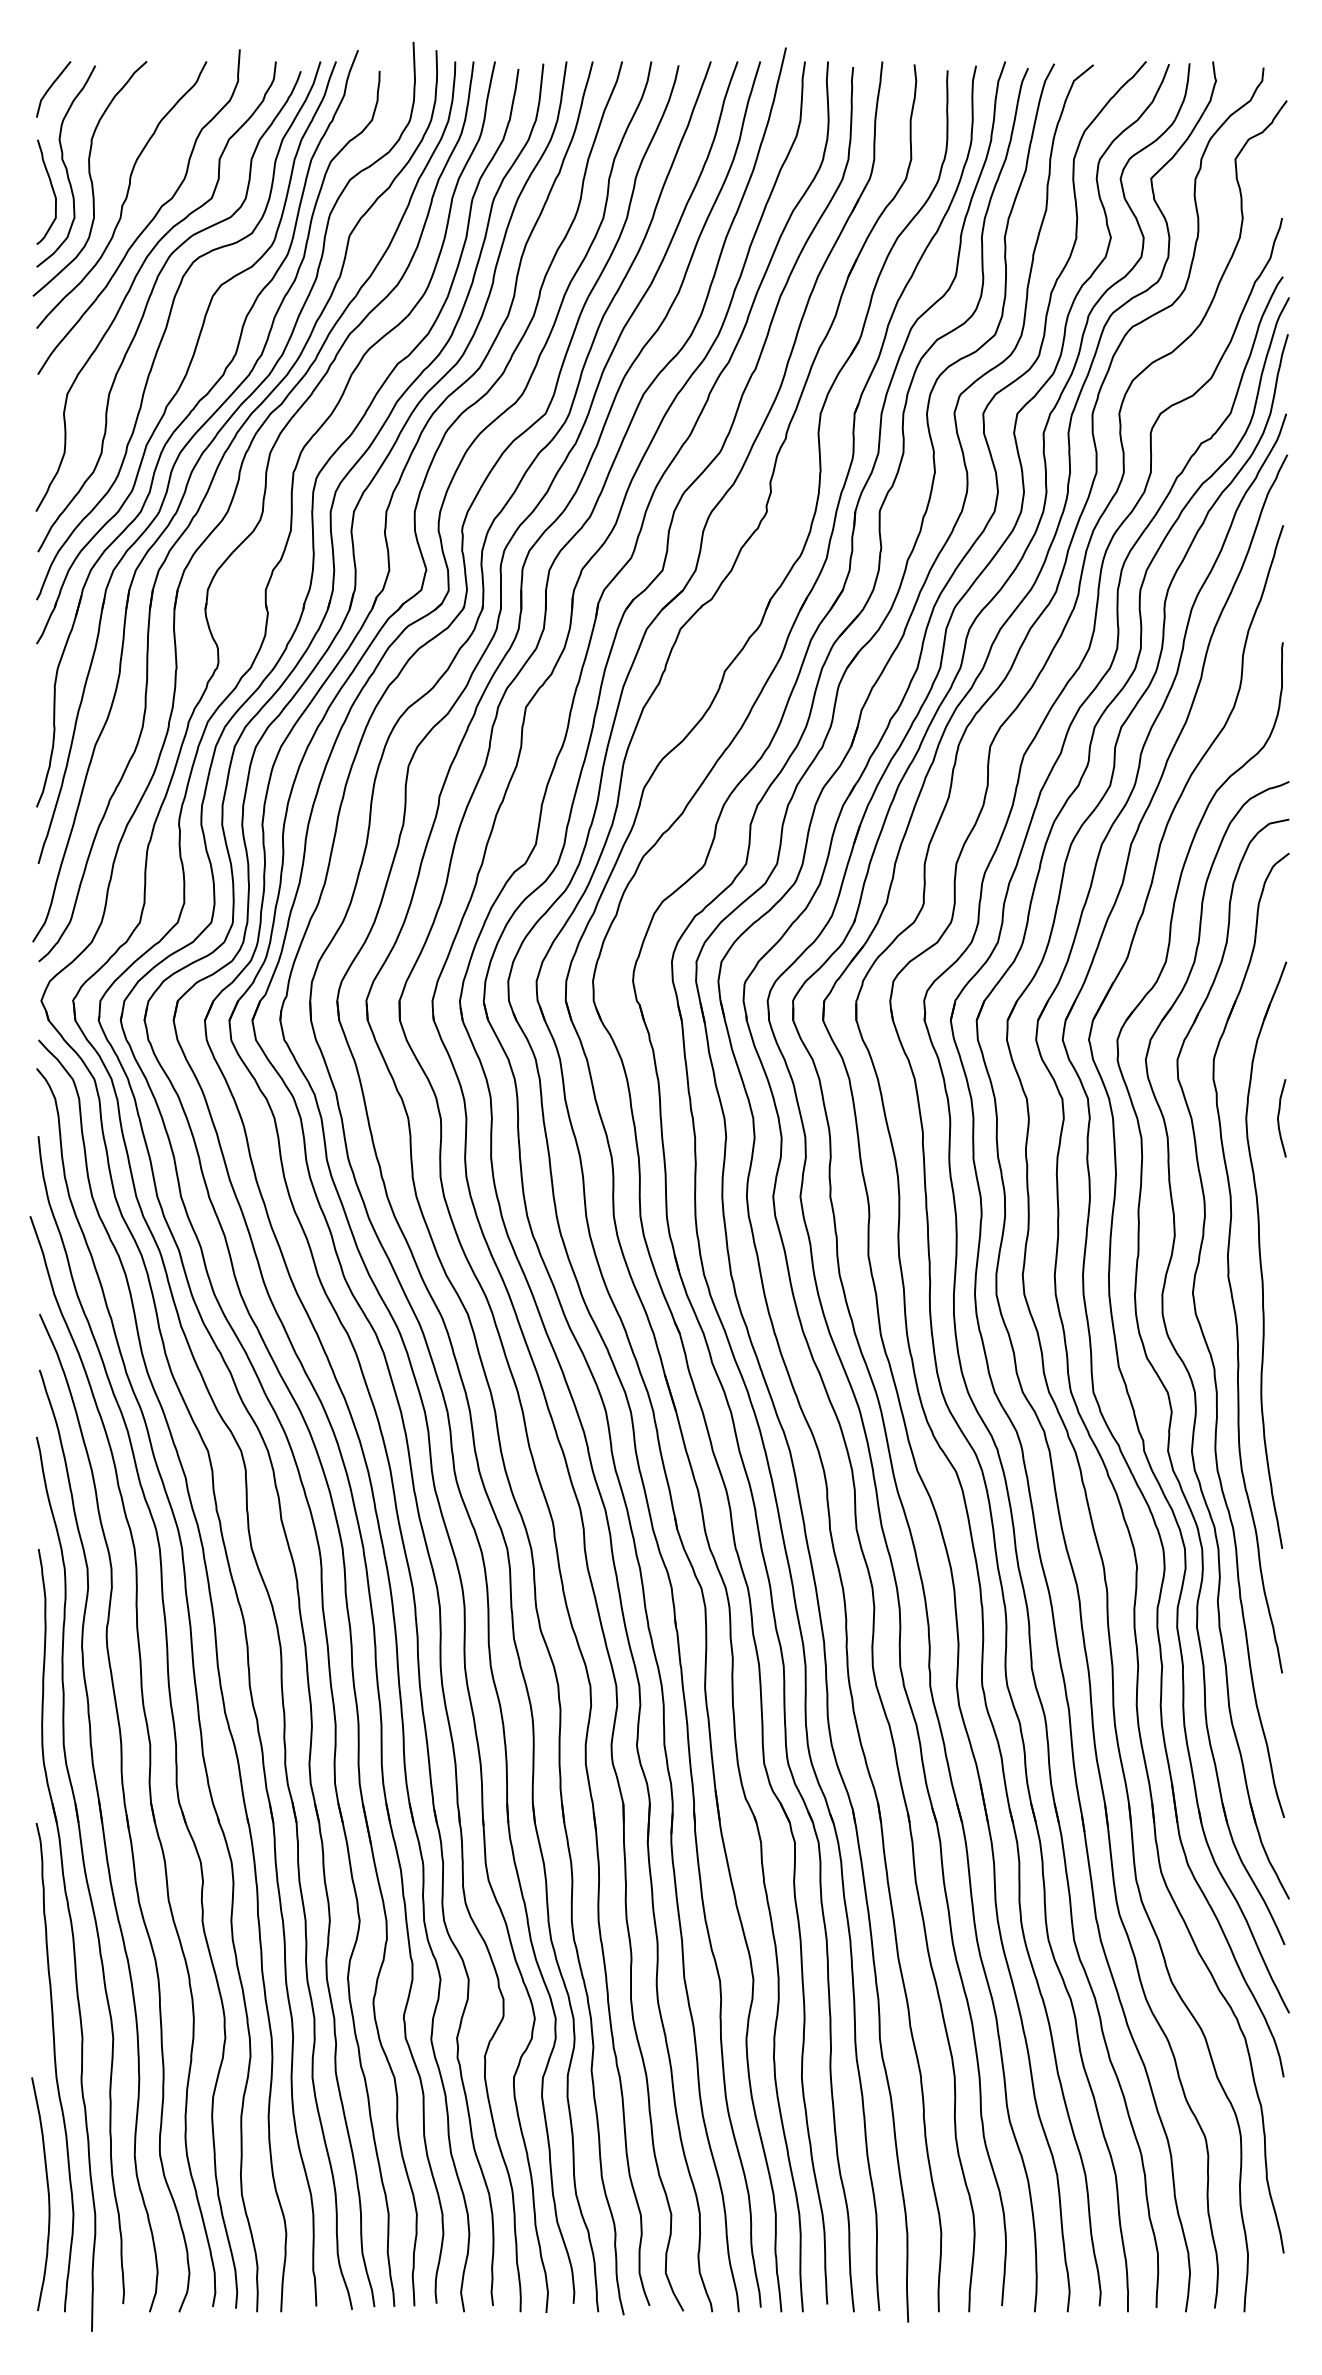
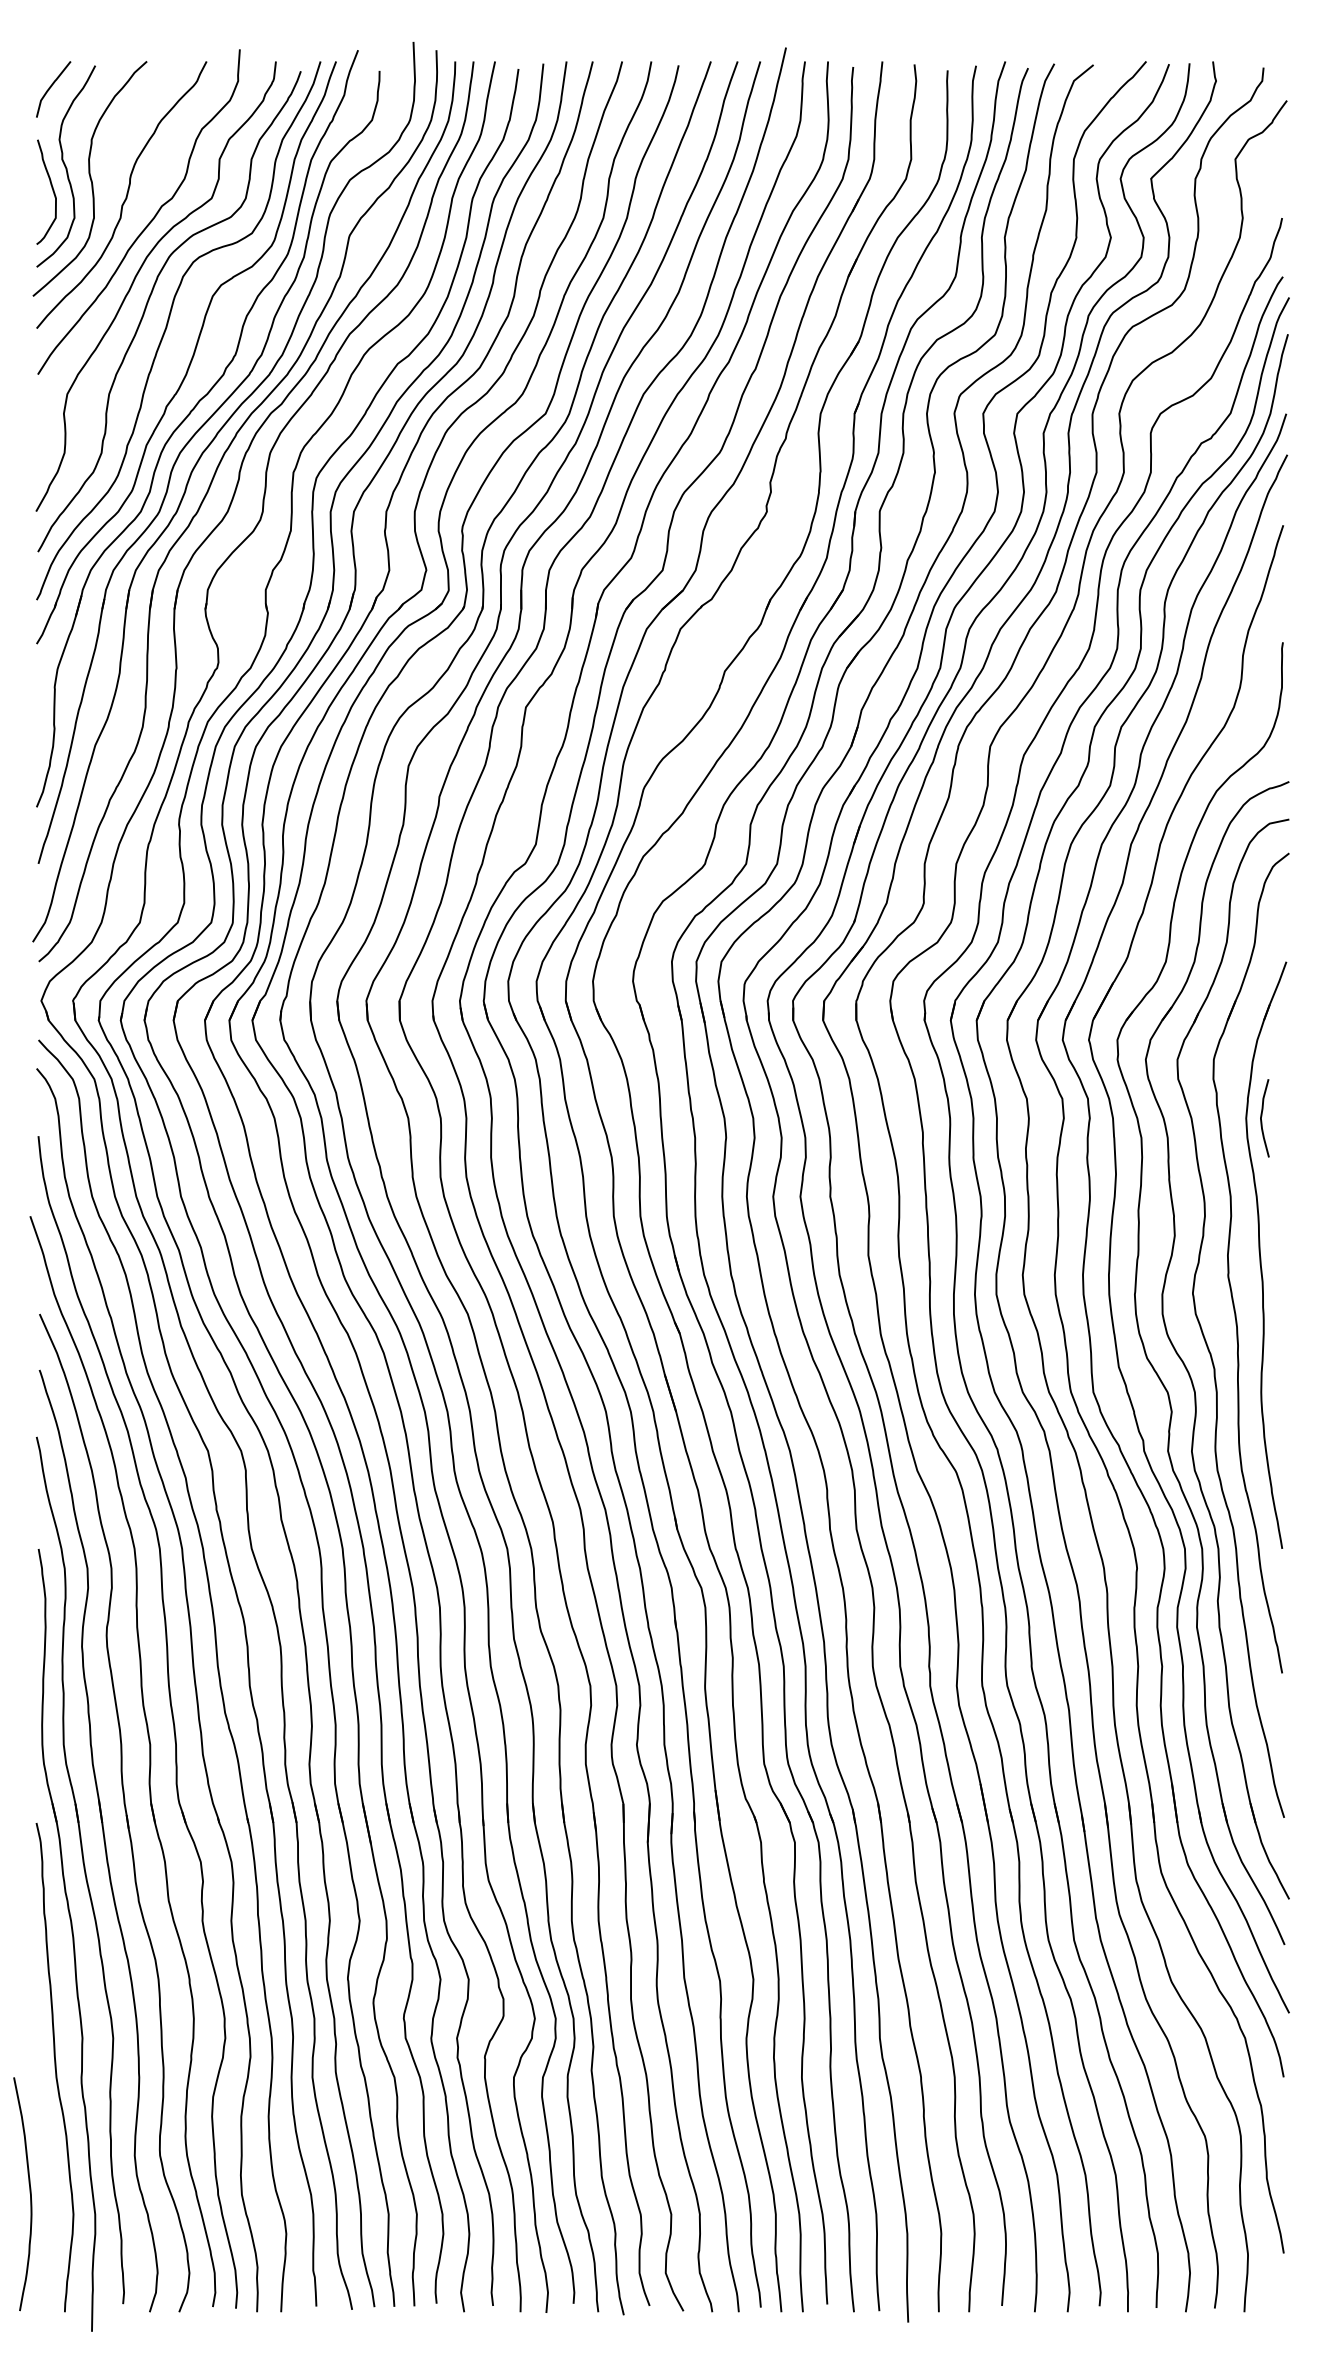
curve at (1279, 1116) position: (1279, 1116) -> (1262, 1116)
curve at (47, 2193) position: (47, 2193) -> (29, 2193)
